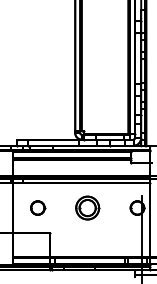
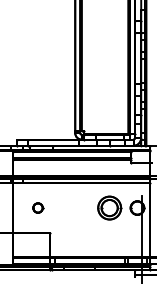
part at (38, 207) size: 17x16 px -> 13x12 px
part at (87, 207) position: (87, 207) -> (109, 207)
